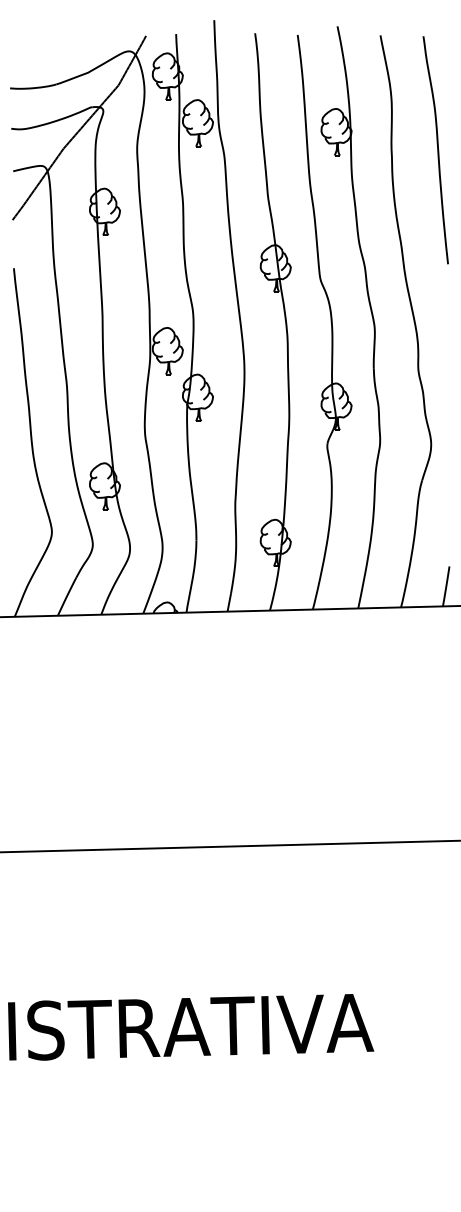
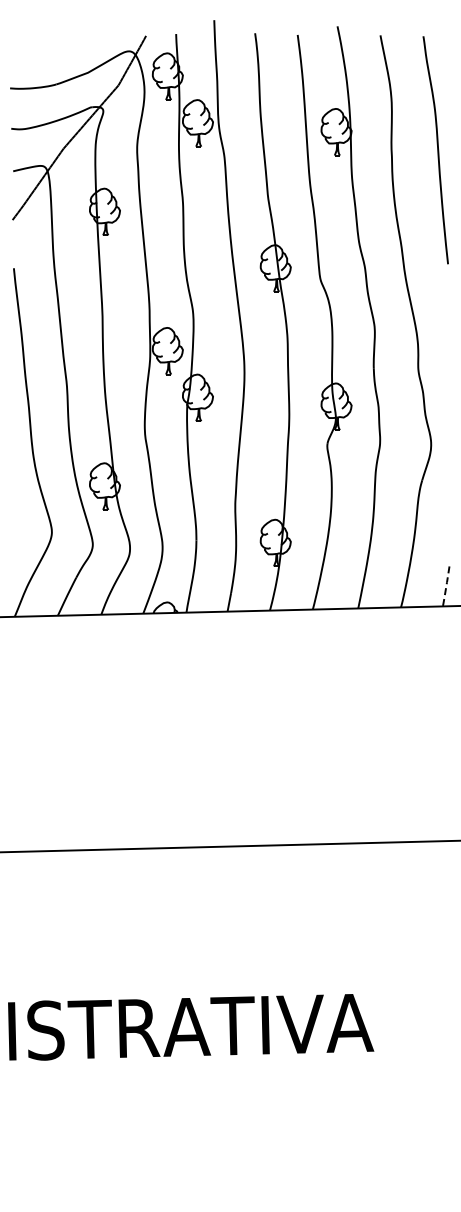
line at (446, 587): solid -> dashed
